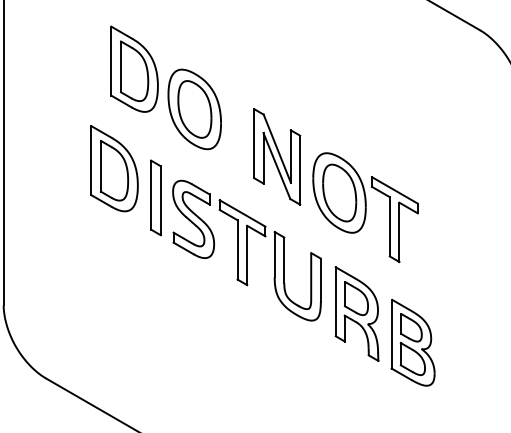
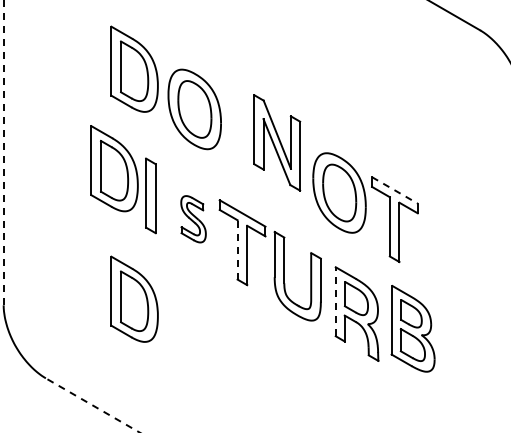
line at (3, 152): solid -> dashed
part at (277, 156) position: (277, 156) -> (277, 142)
line at (395, 190): solid -> dashed
part at (155, 197) position: (155, 197) -> (150, 195)
part at (193, 218) size: 43x80 px -> 27x49 px
line at (237, 249): solid -> dashed
part at (134, 298): none -> present
line at (335, 301): solid -> dashed
part at (412, 342) position: (412, 342) -> (412, 328)
line at (92, 405): solid -> dashed
